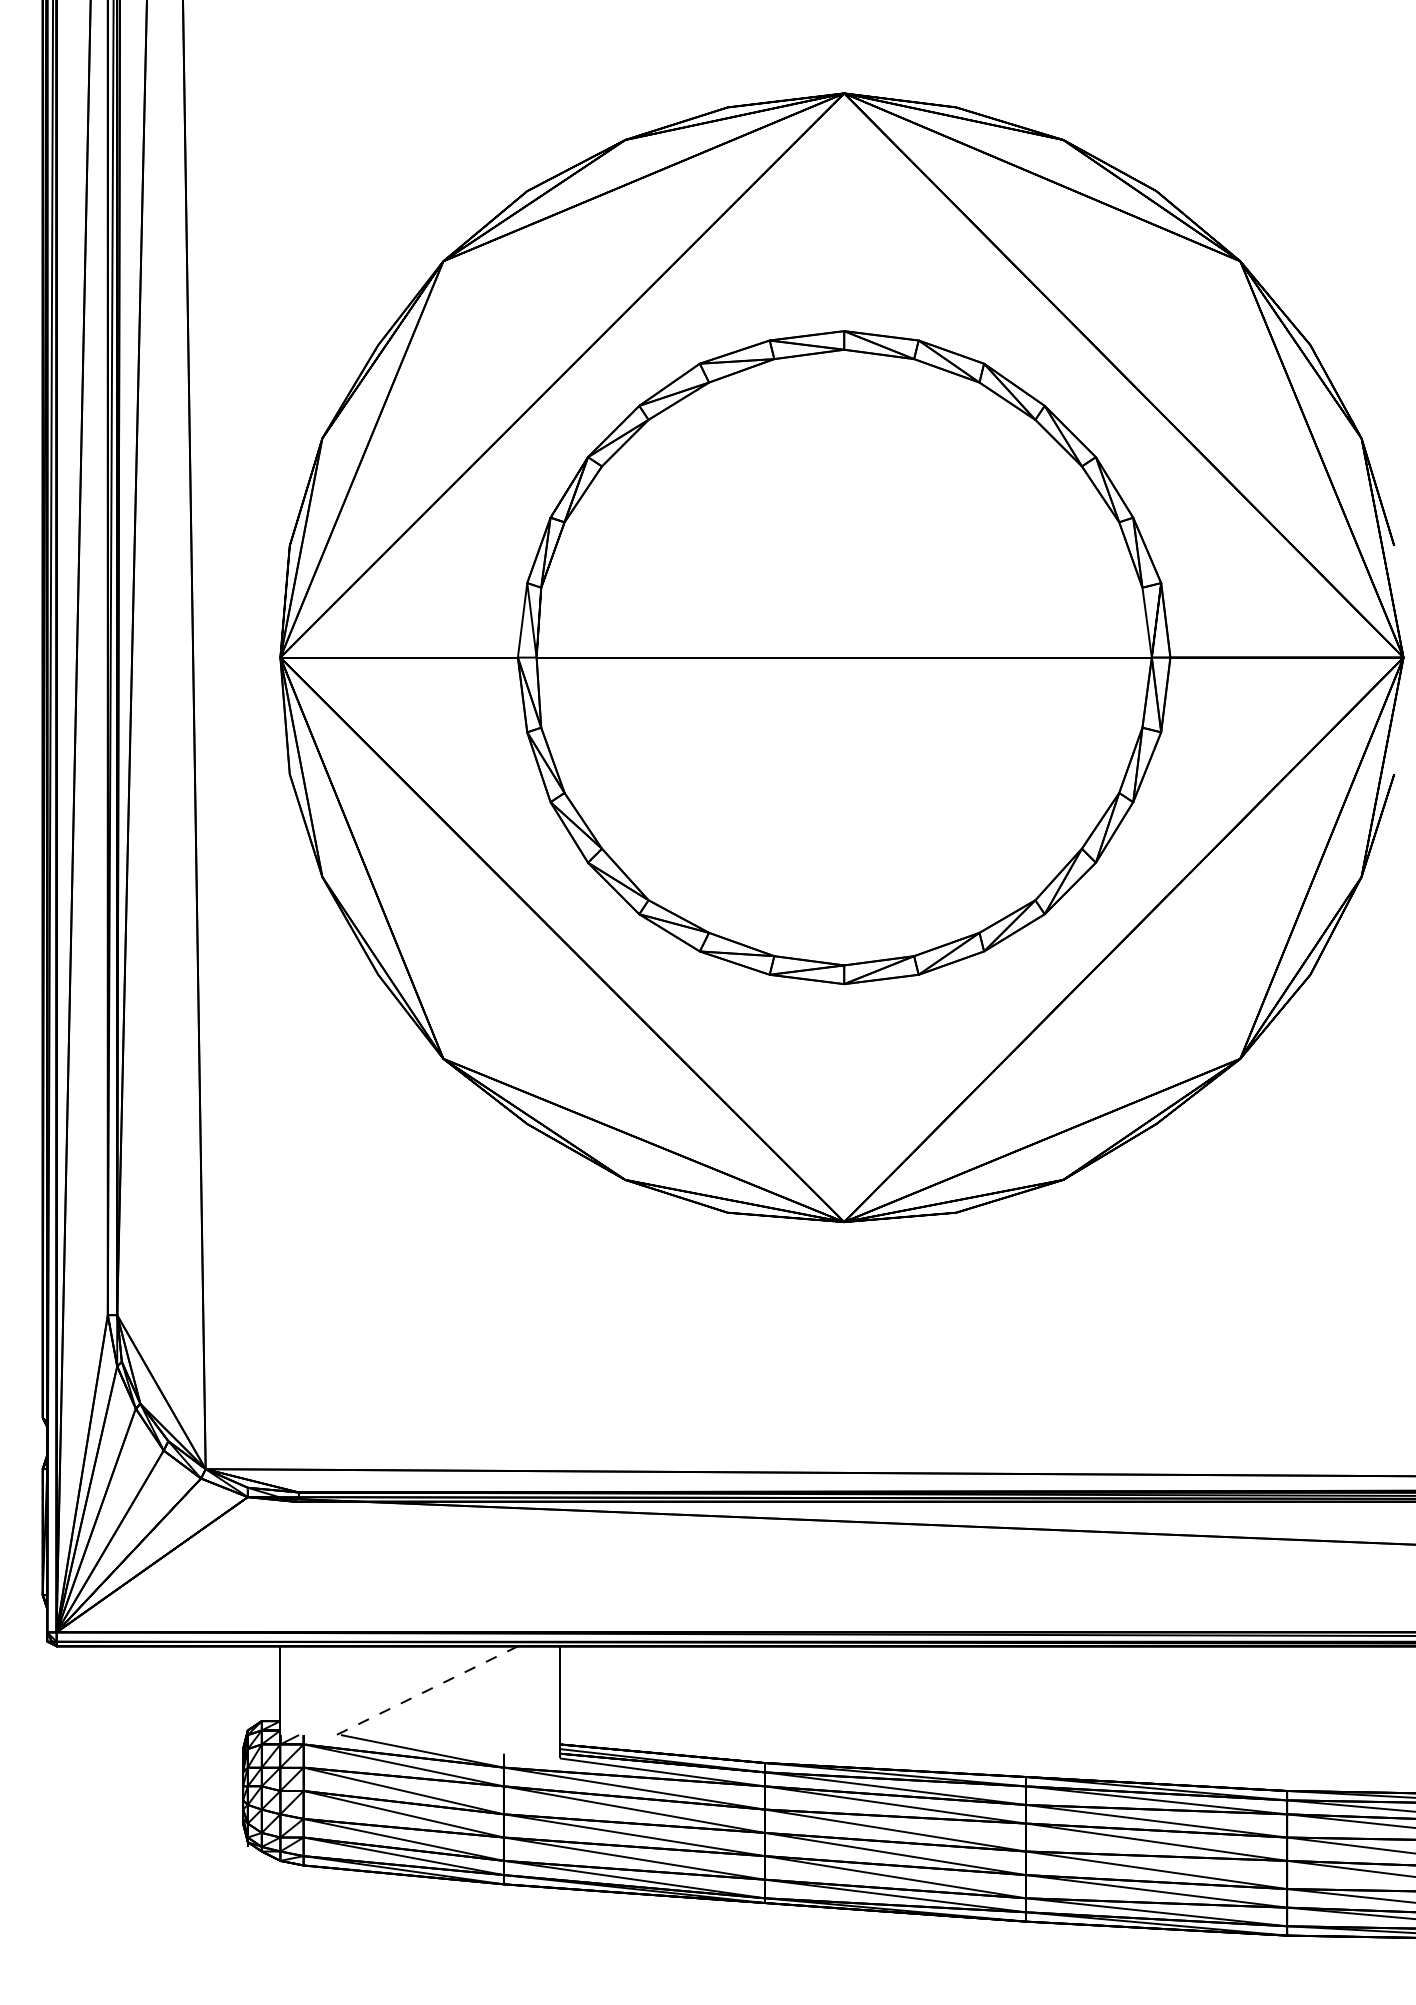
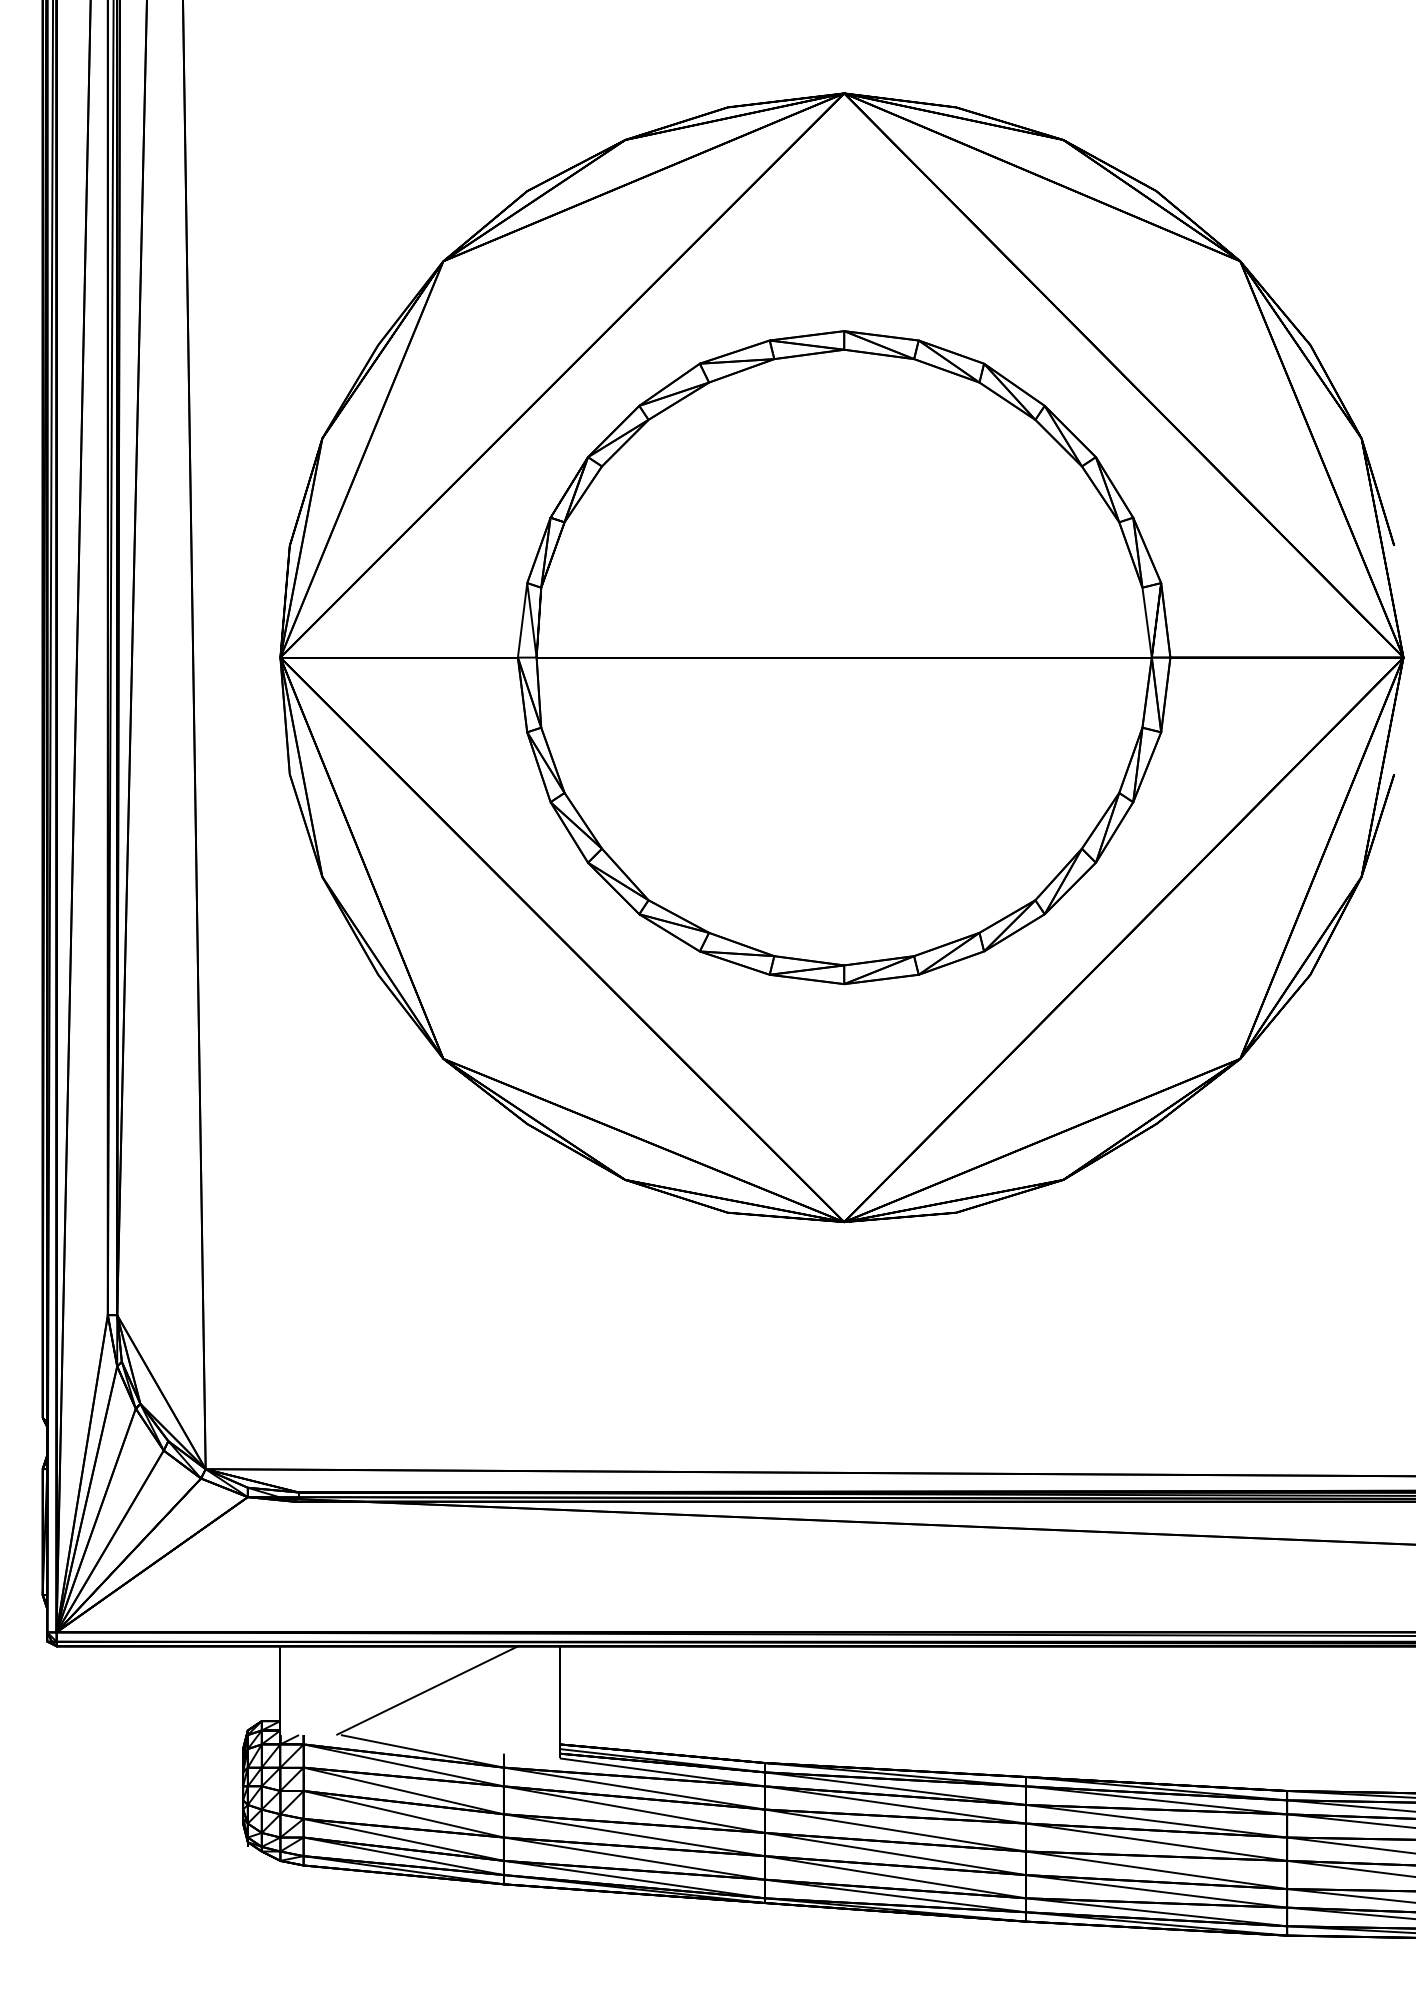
line at (426, 1690): dashed -> solid
